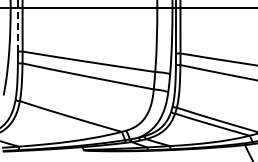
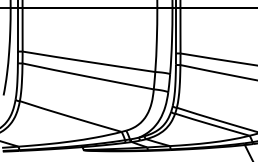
line at (17, 29): dashed -> solid
